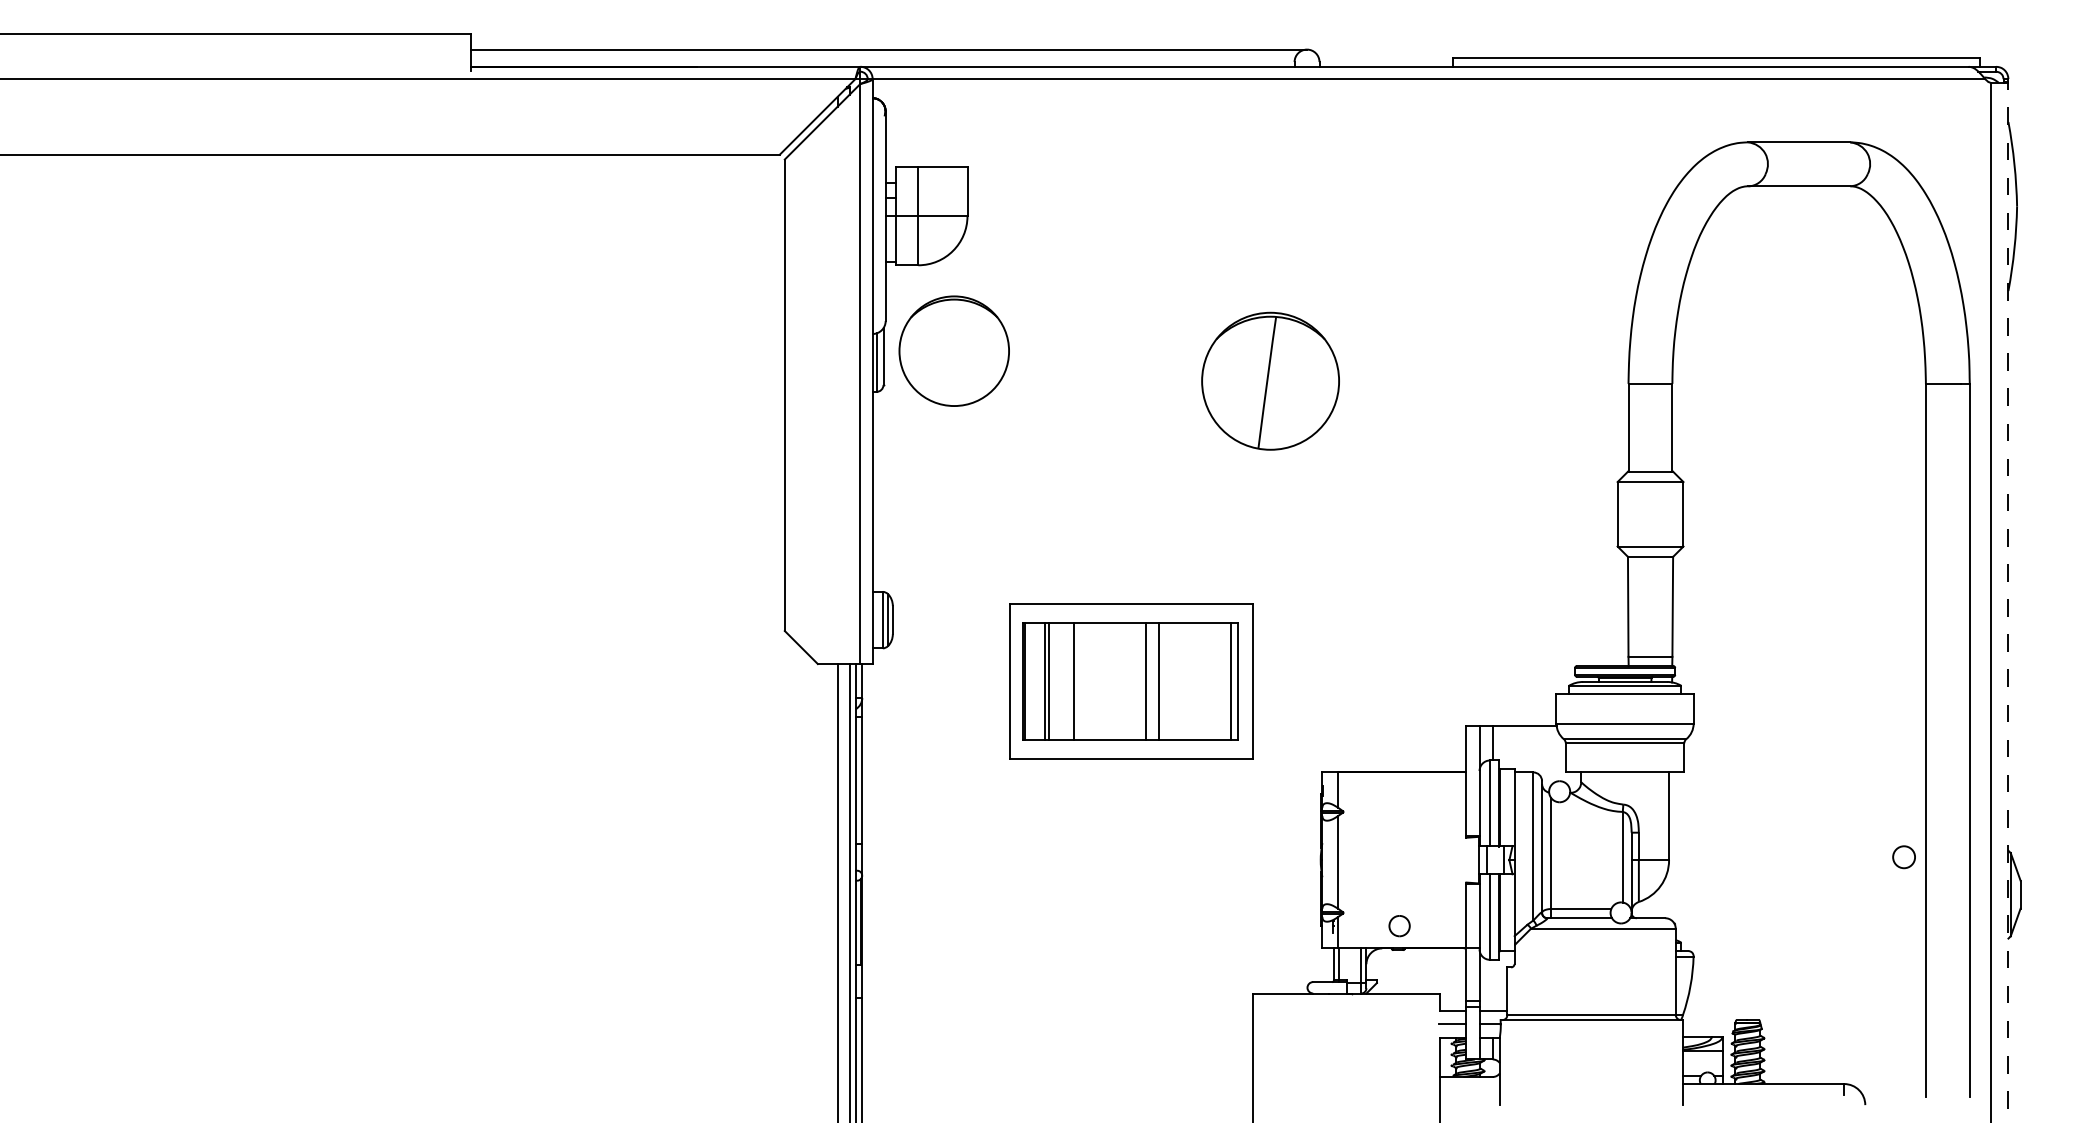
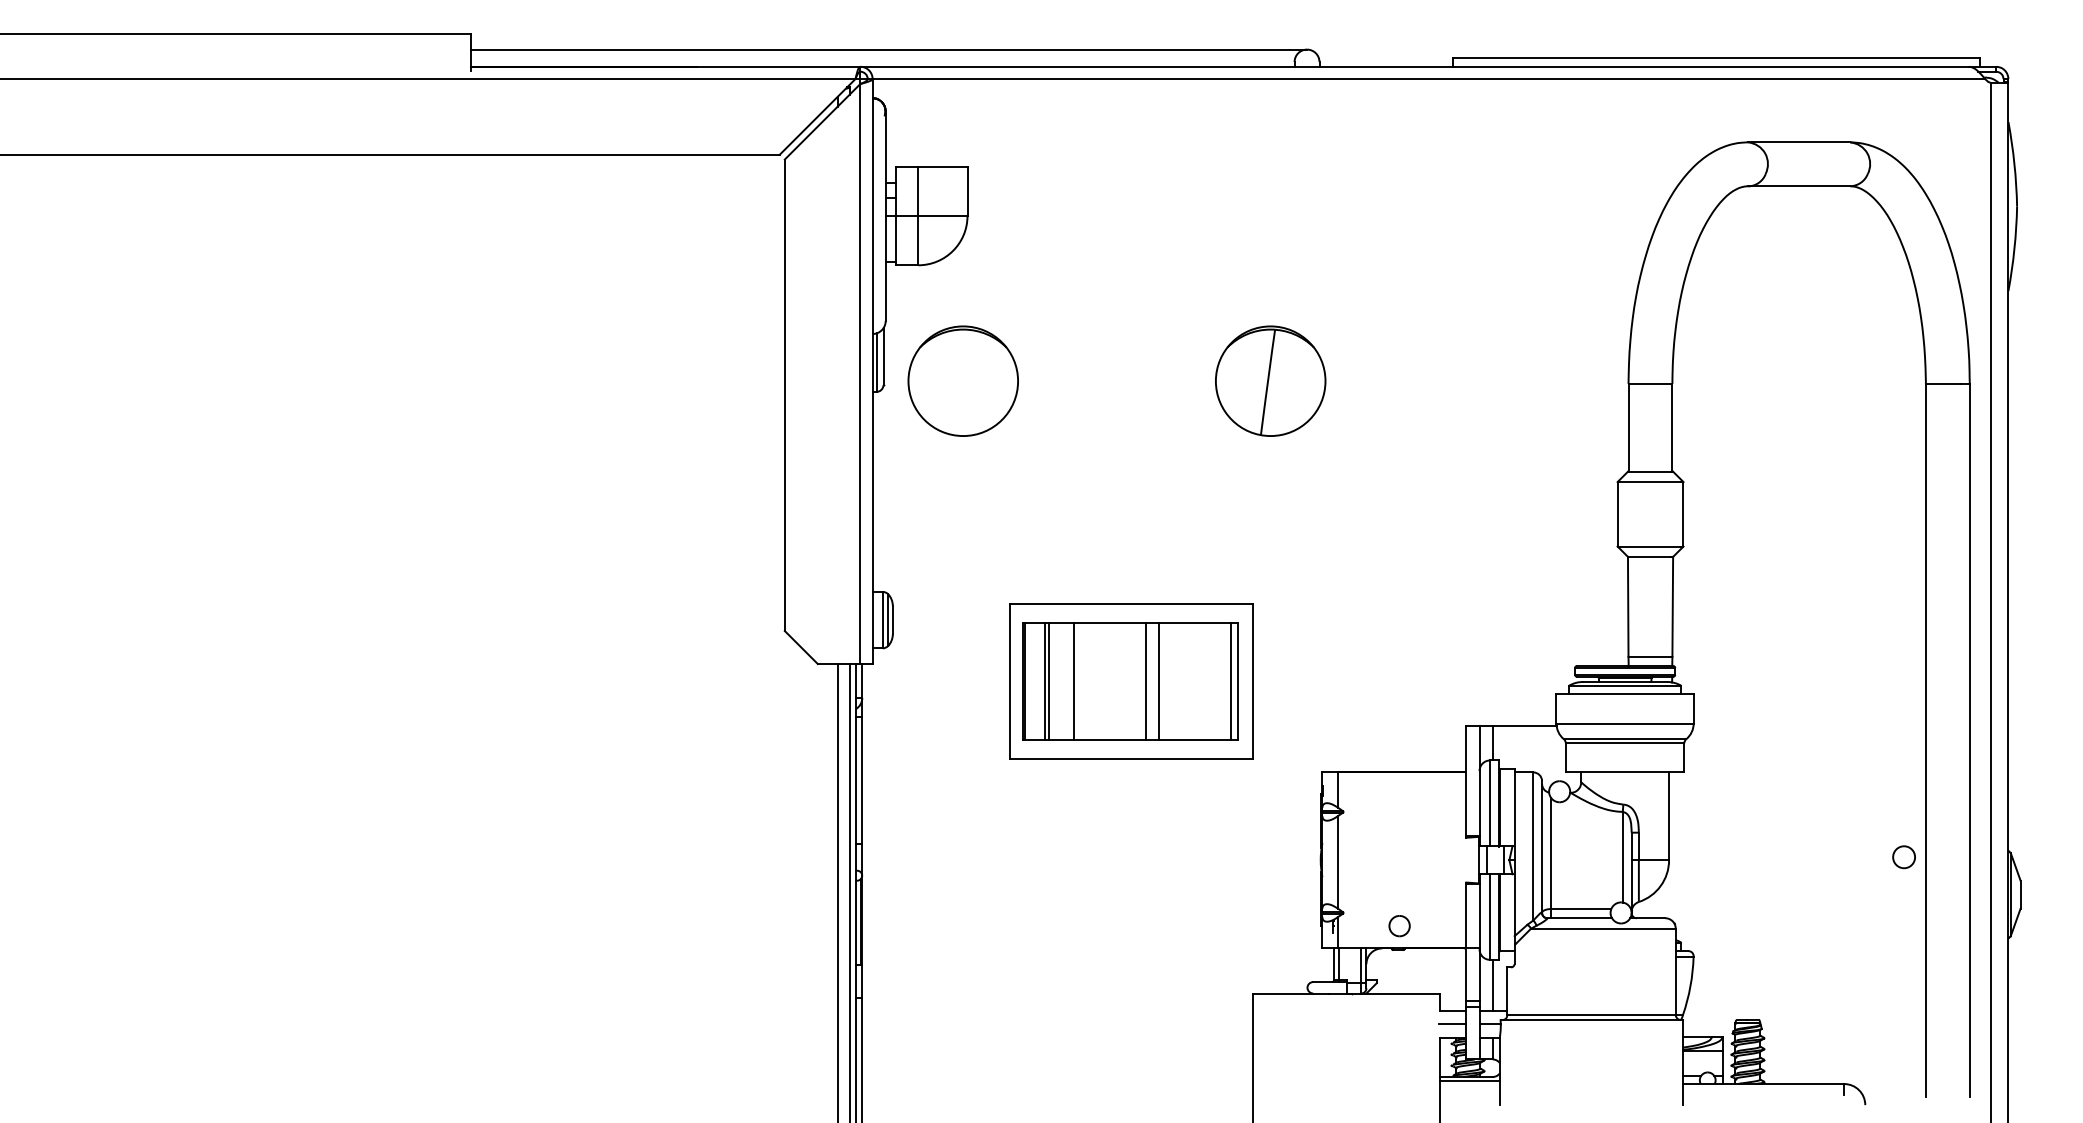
part at (953, 350) position: (953, 350) -> (962, 380)
part at (1270, 380) size: 139x140 px -> 112x112 px
line at (2008, 602): dashed -> solid
line at (1492, 985): none -> present
line at (1469, 1081): none -> present
